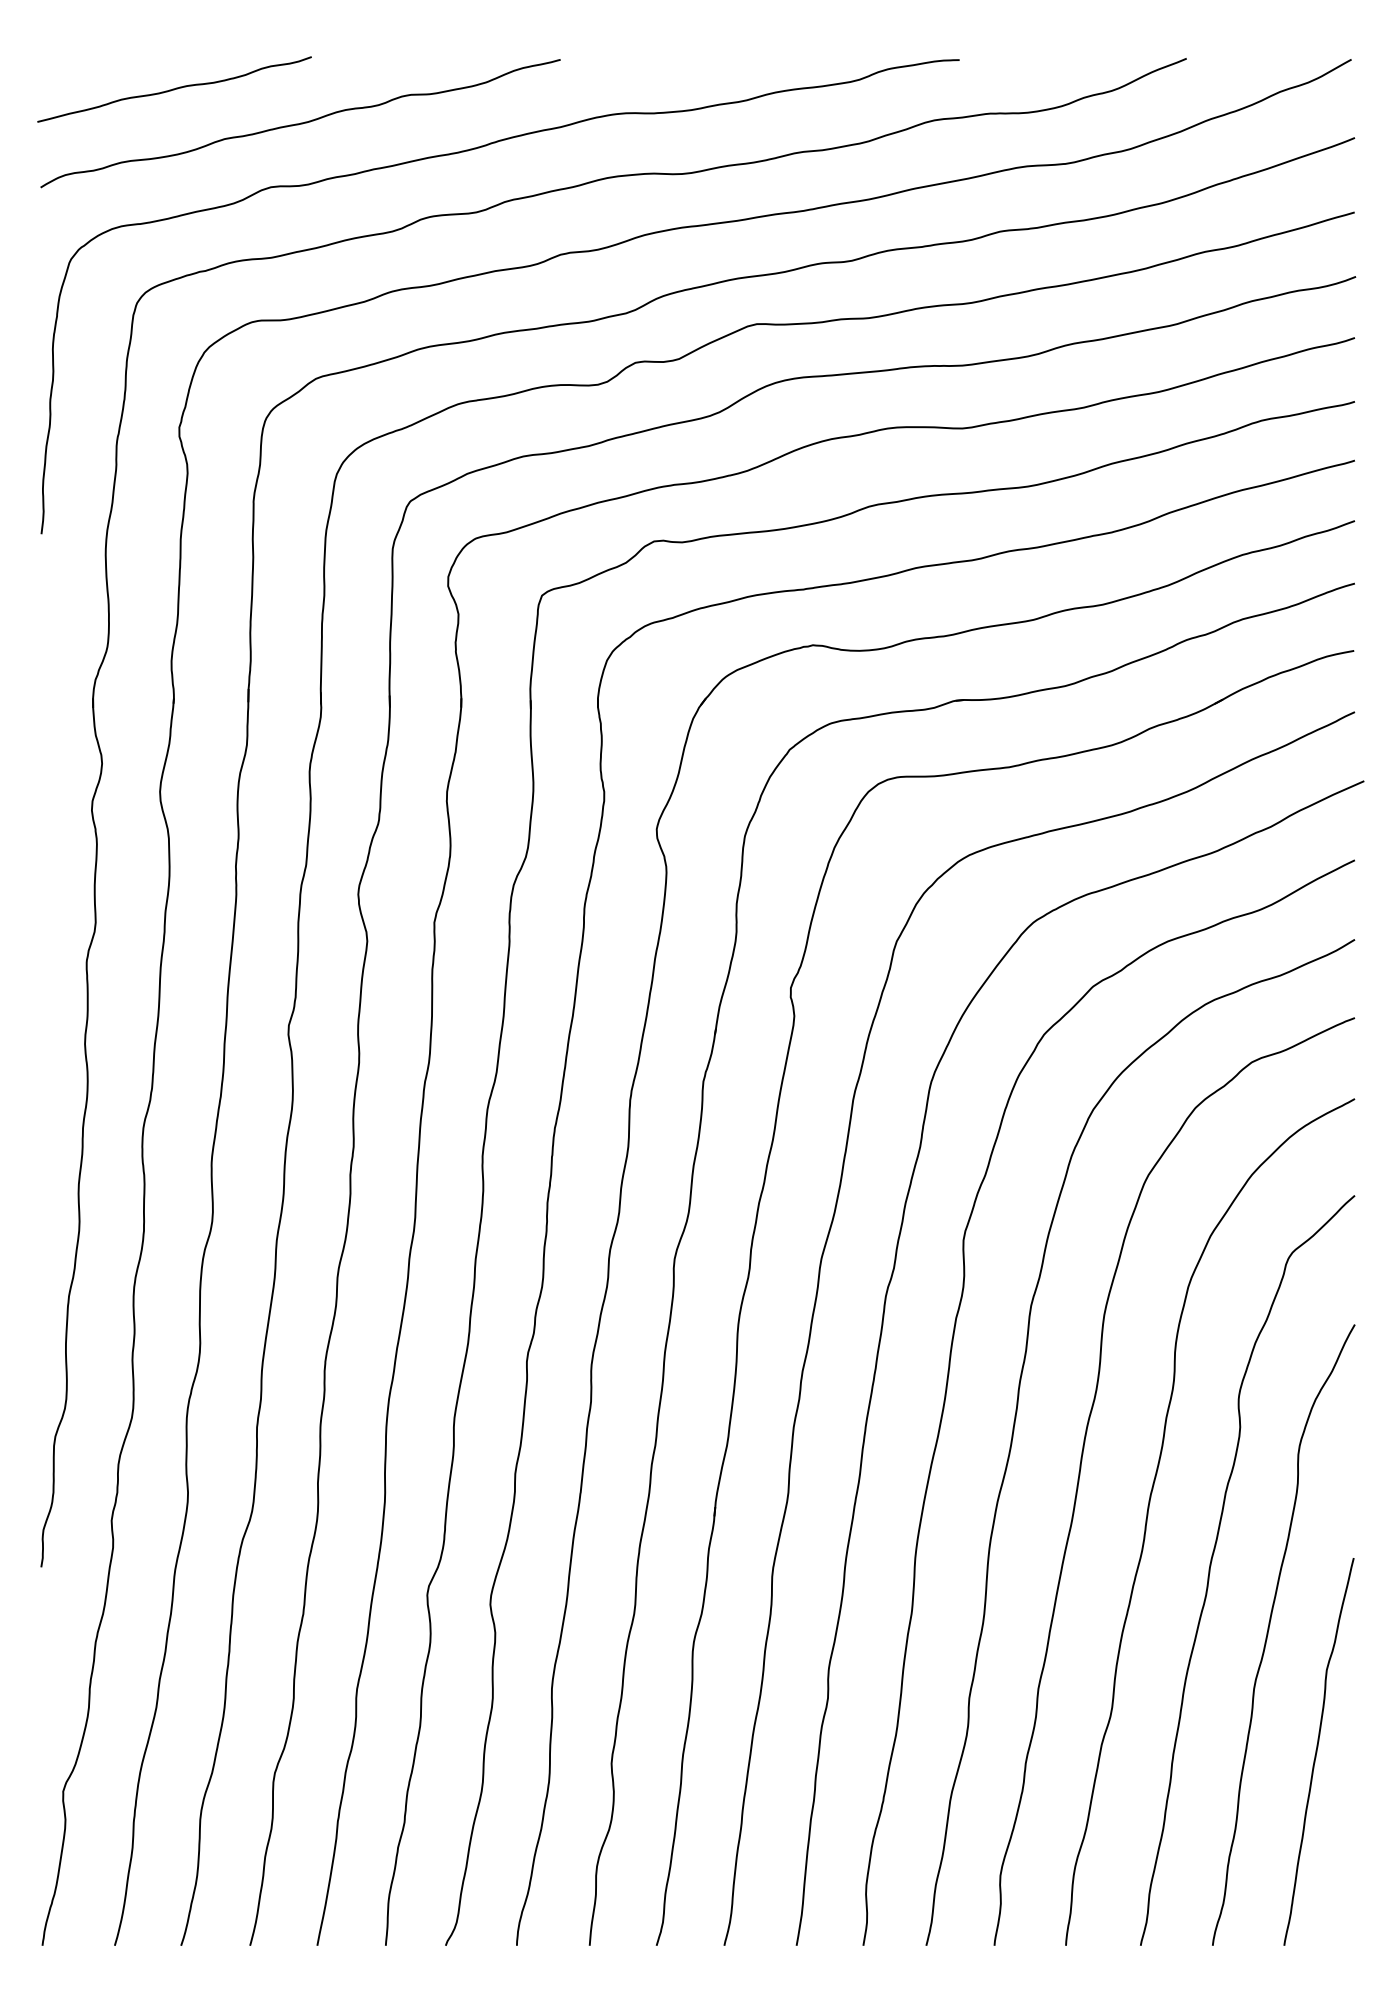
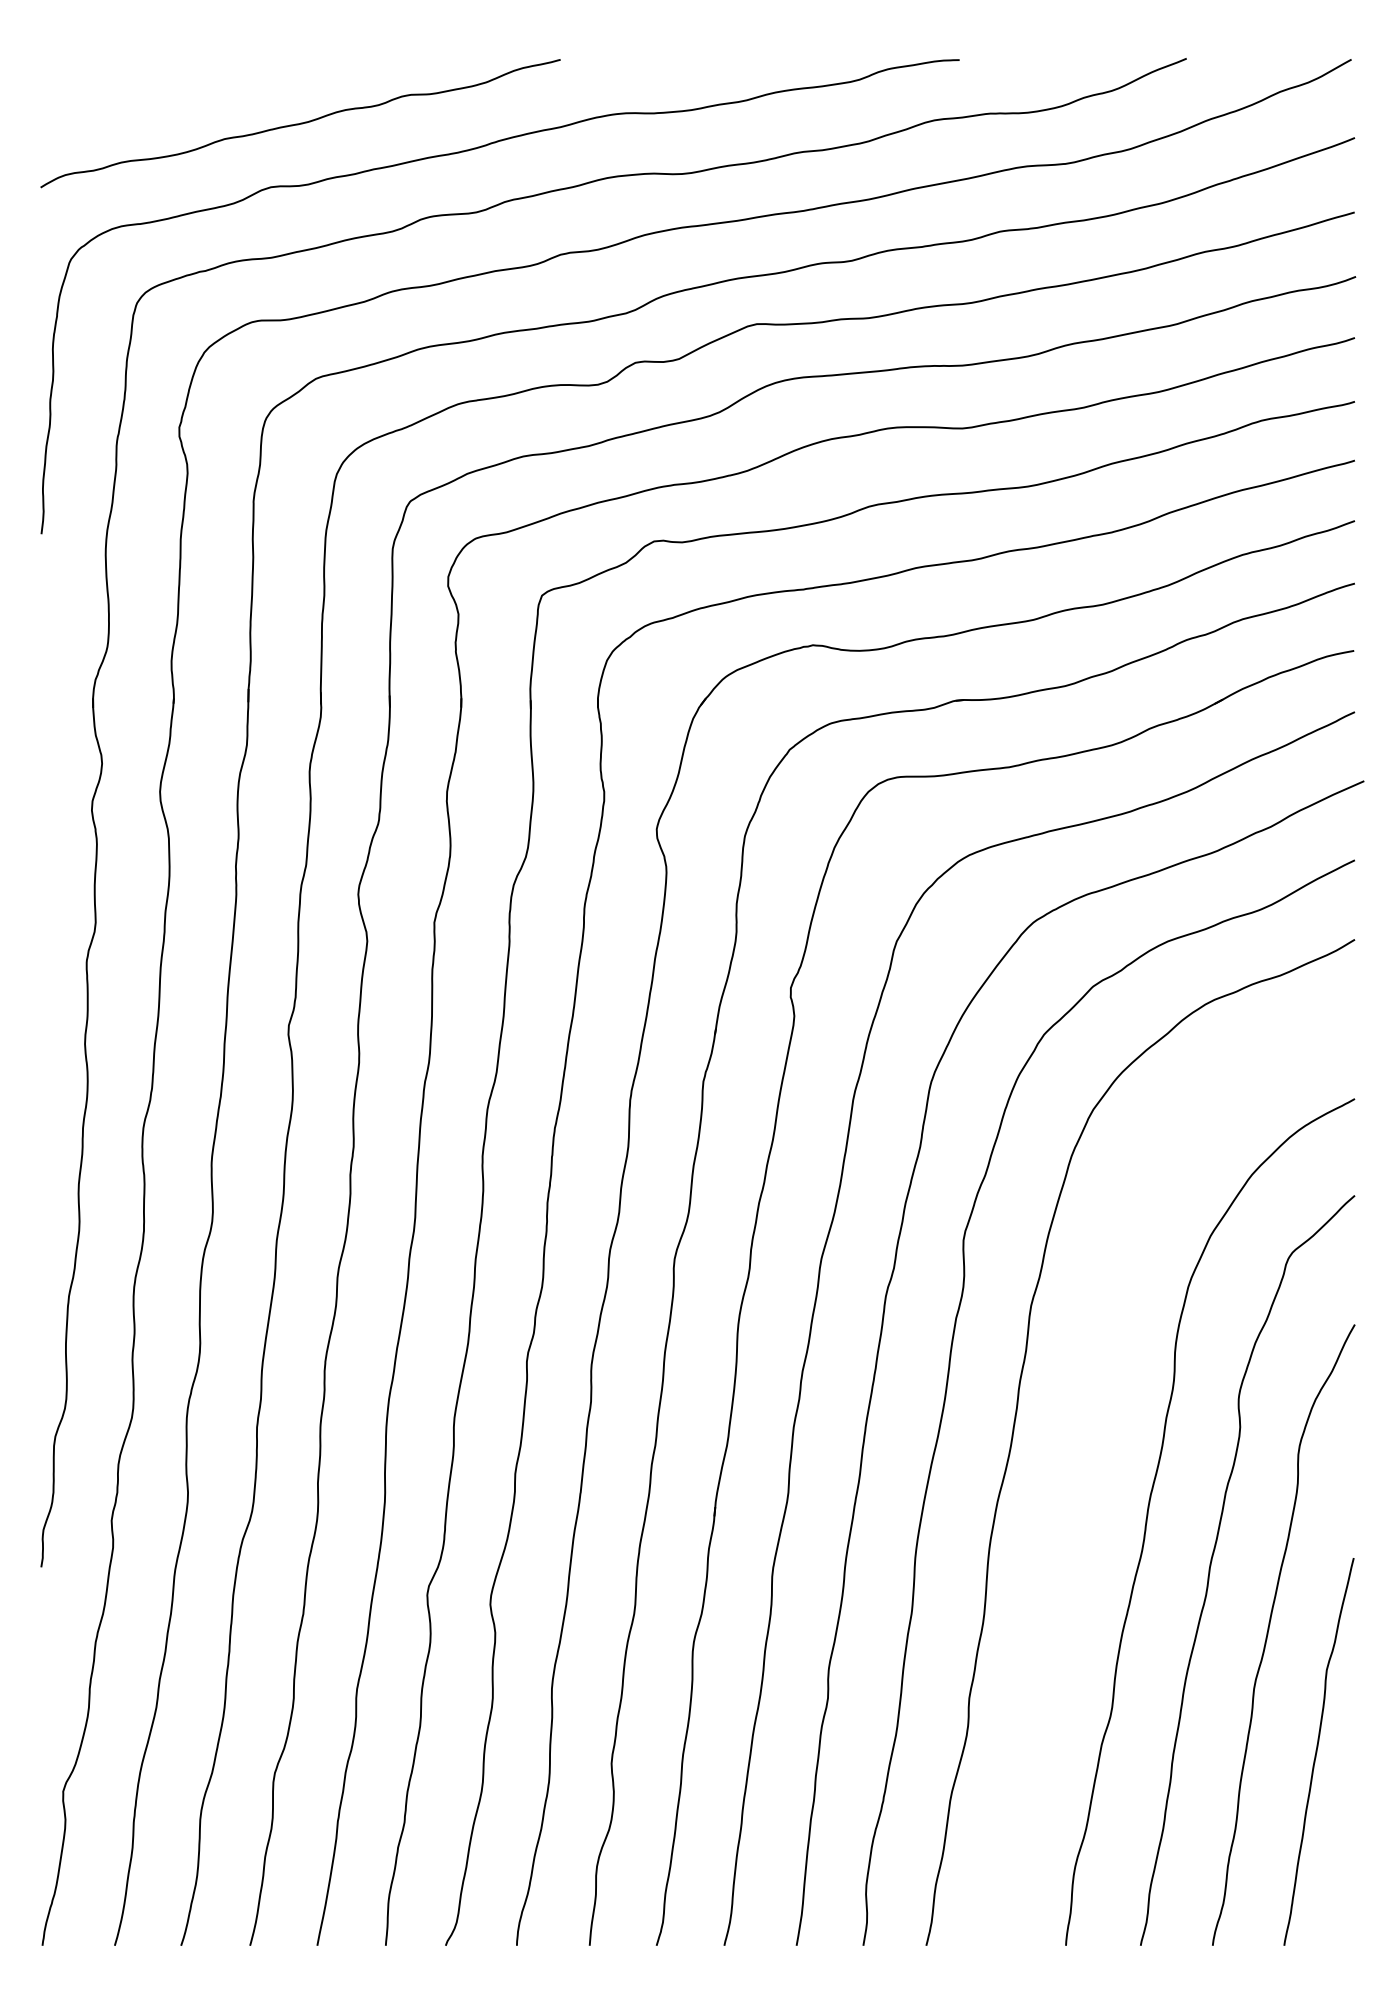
curve at (174, 89): present -> none
curve at (1081, 1469): present -> none
